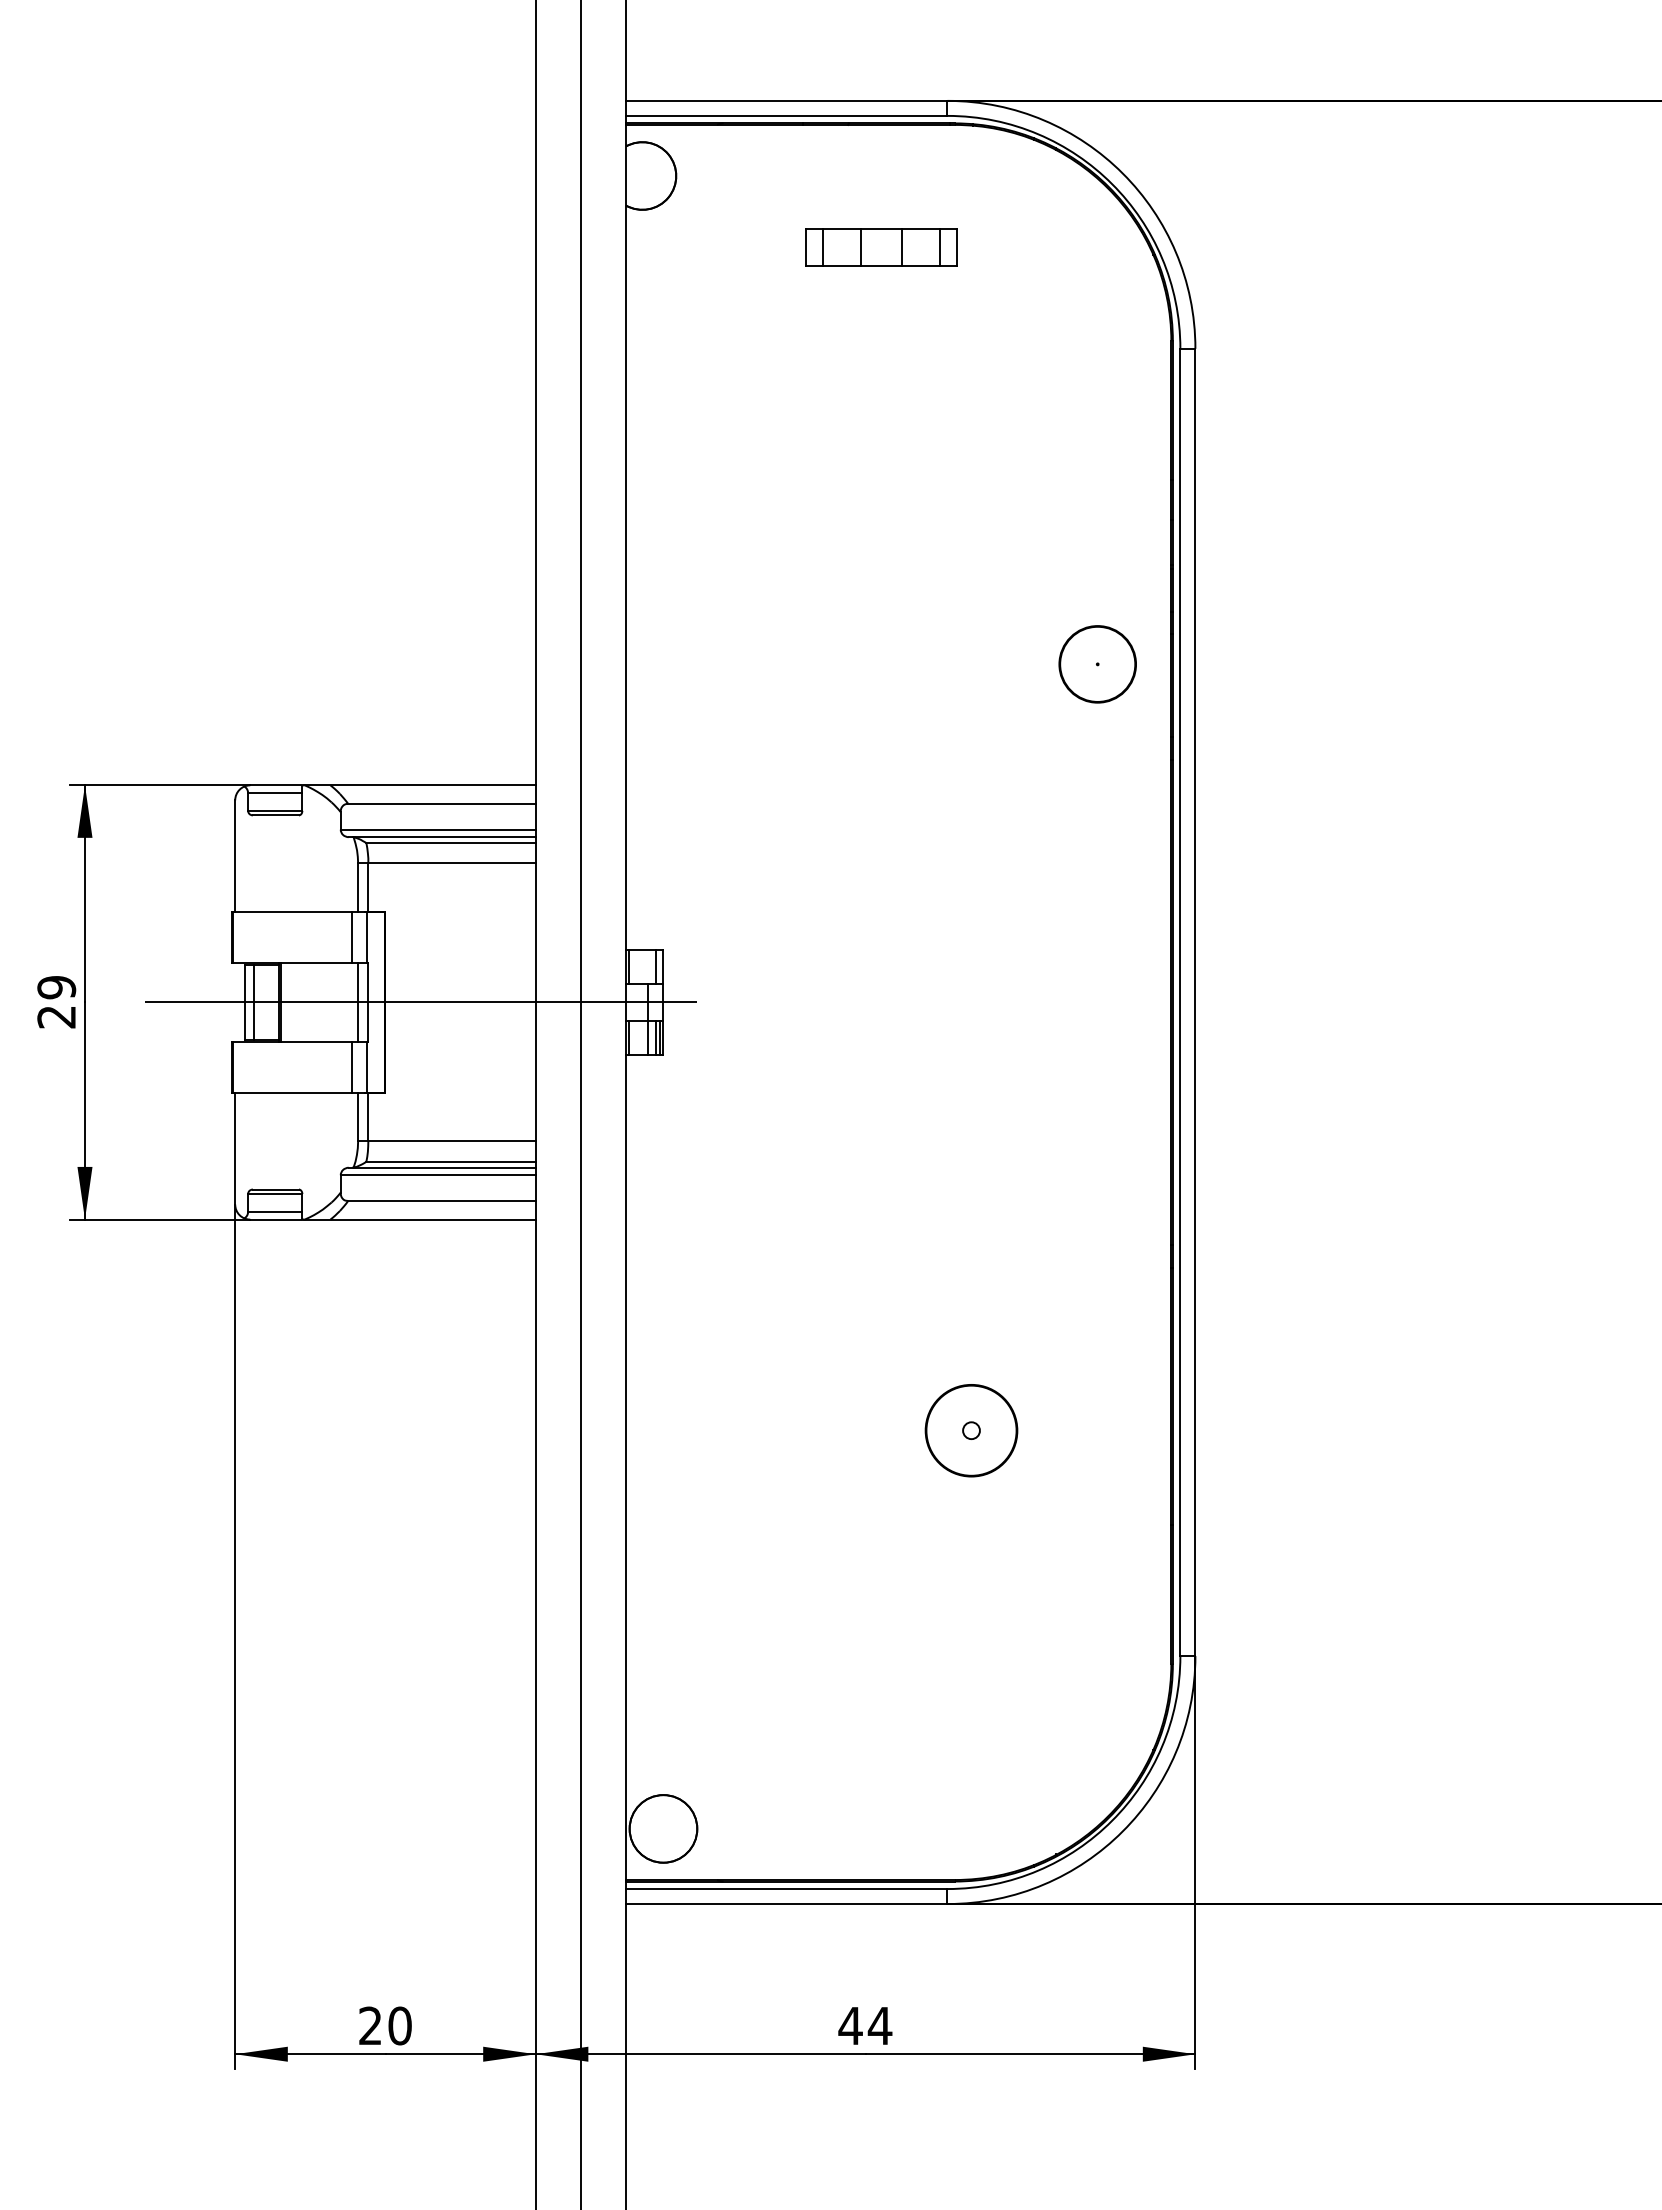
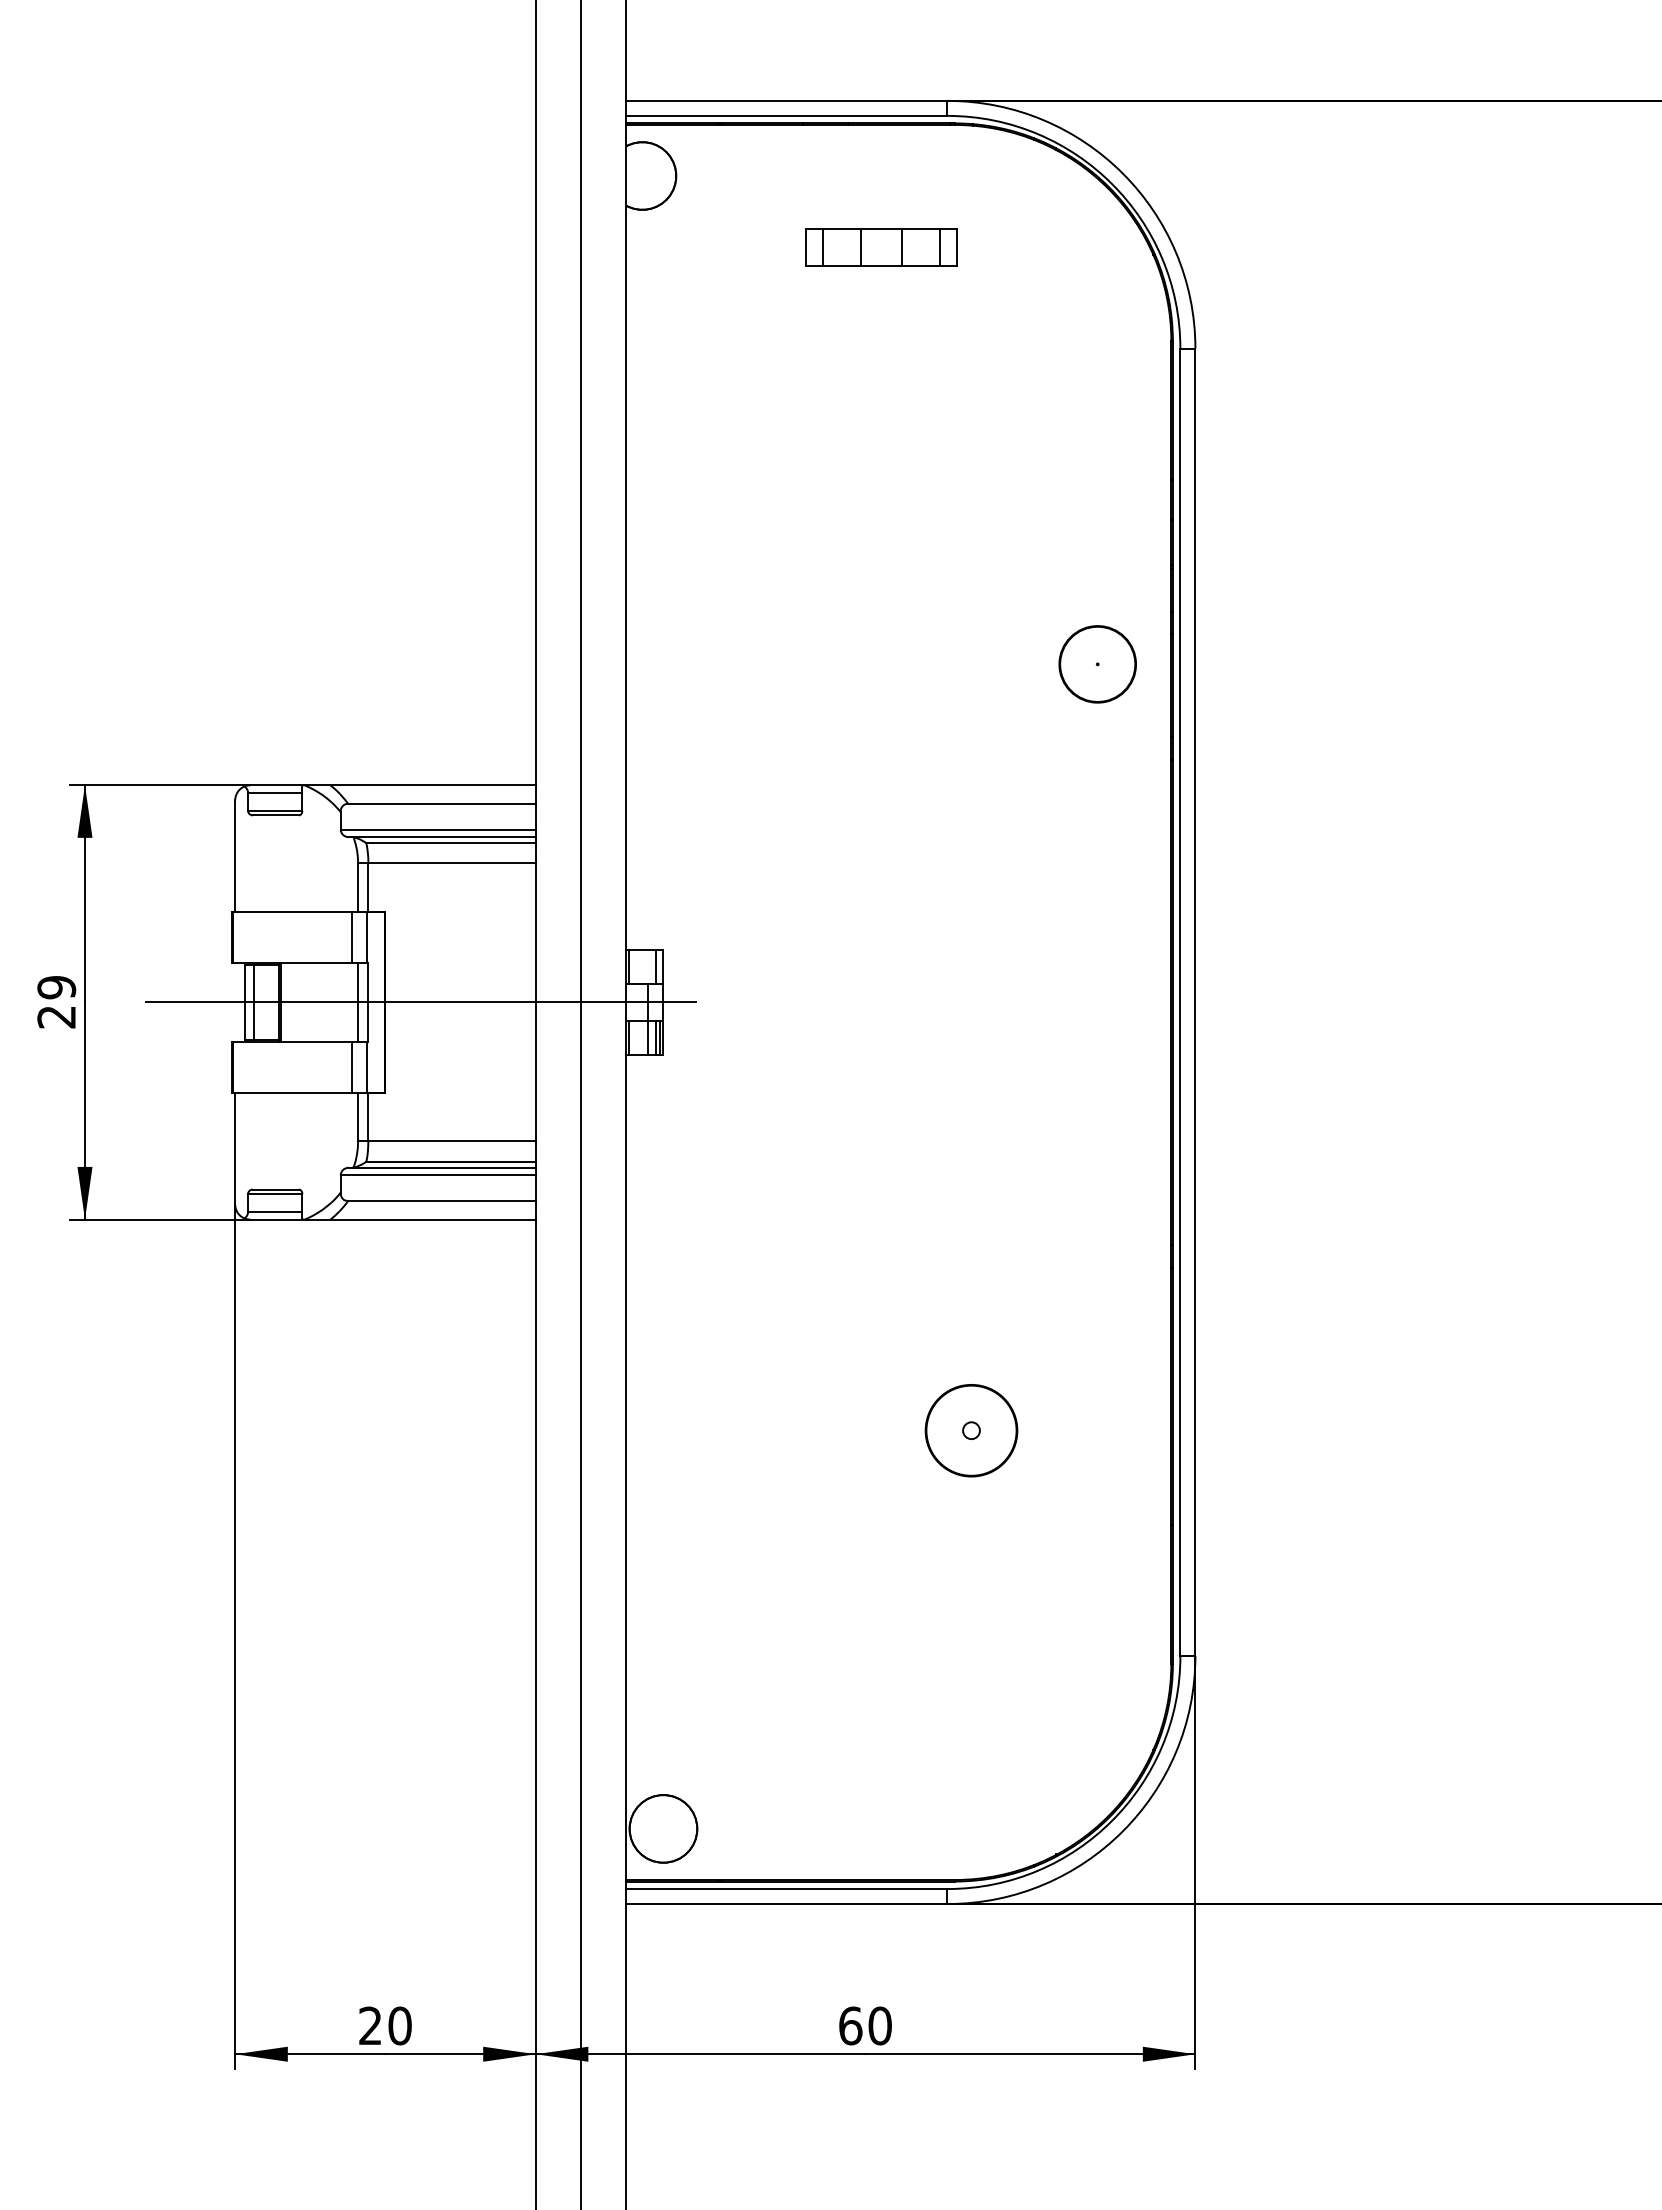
text at (865, 2025): 44 -> 60
